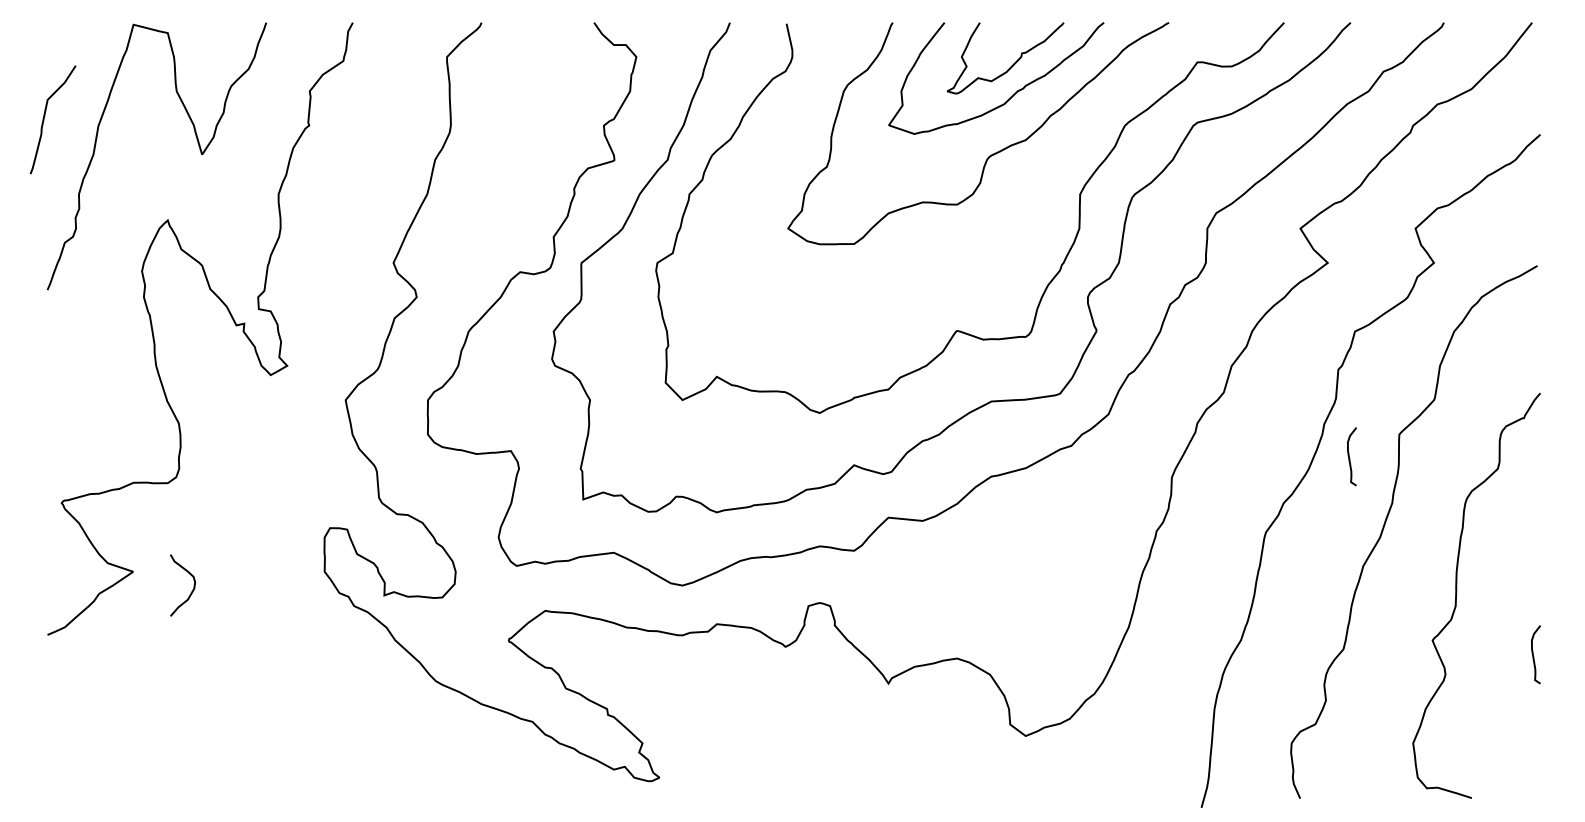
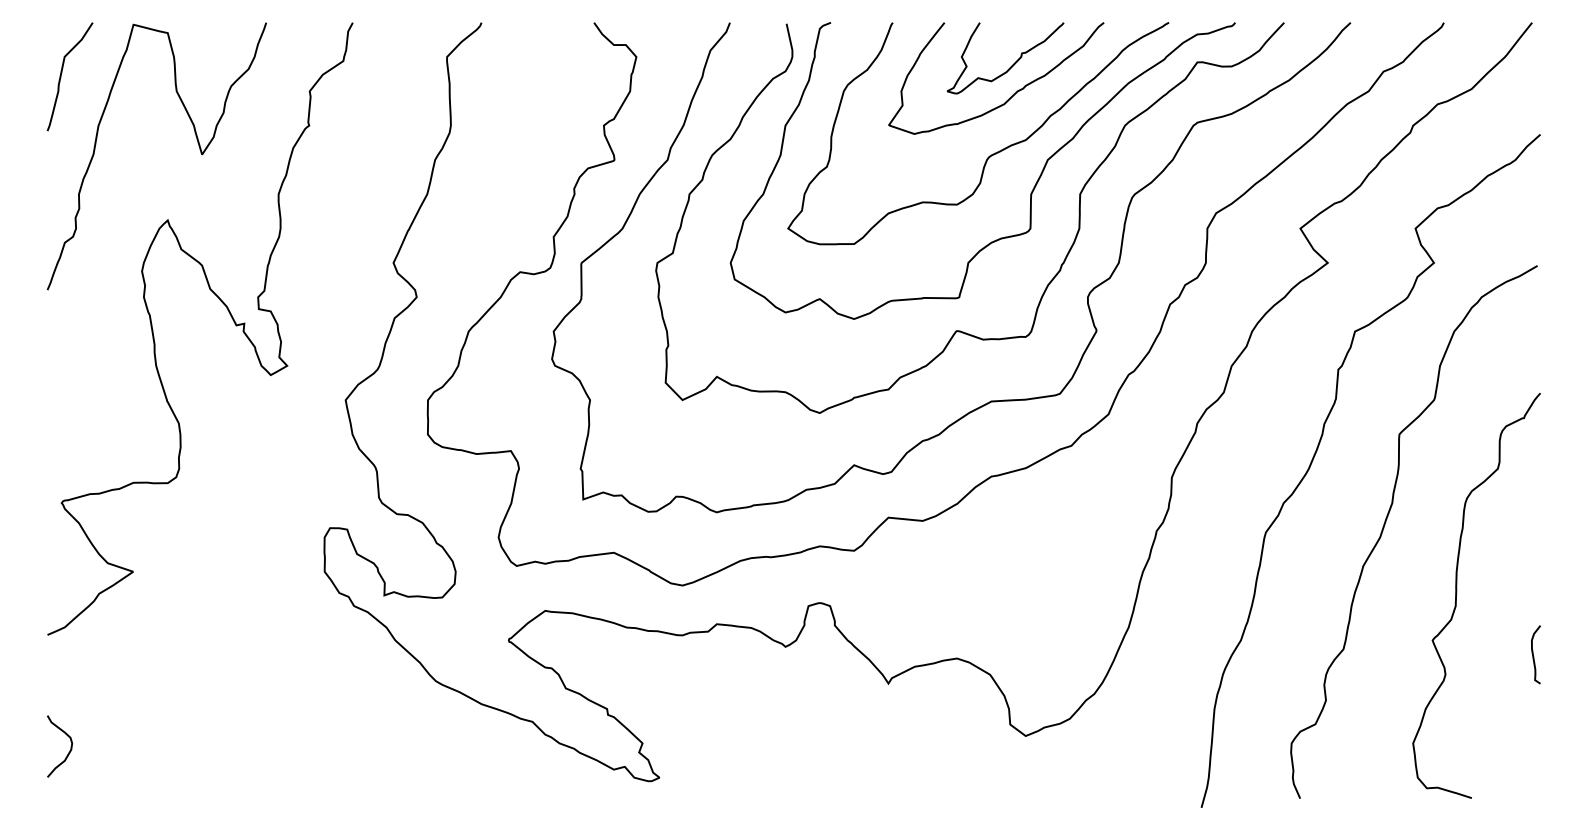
curve at (45, 116) position: (45, 116) -> (62, 73)
curve at (1030, 193): none -> present
curve at (1349, 456): present -> none
curve at (192, 589) position: (192, 589) -> (69, 750)
